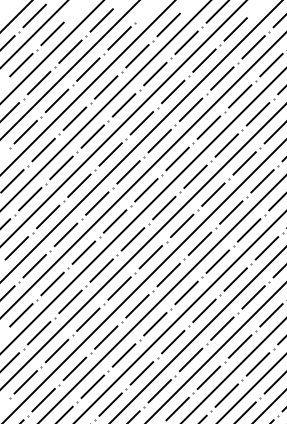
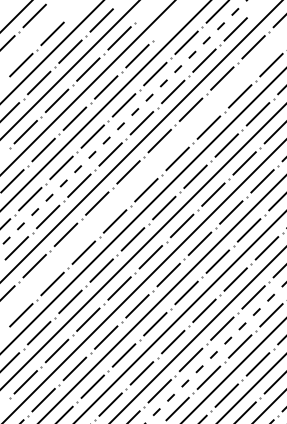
line at (168, 24): present -> none
line at (33, 34): present -> none
line at (124, 123): solid -> dashed
line at (142, 175): present -> none
line at (215, 352): solid -> dashed
